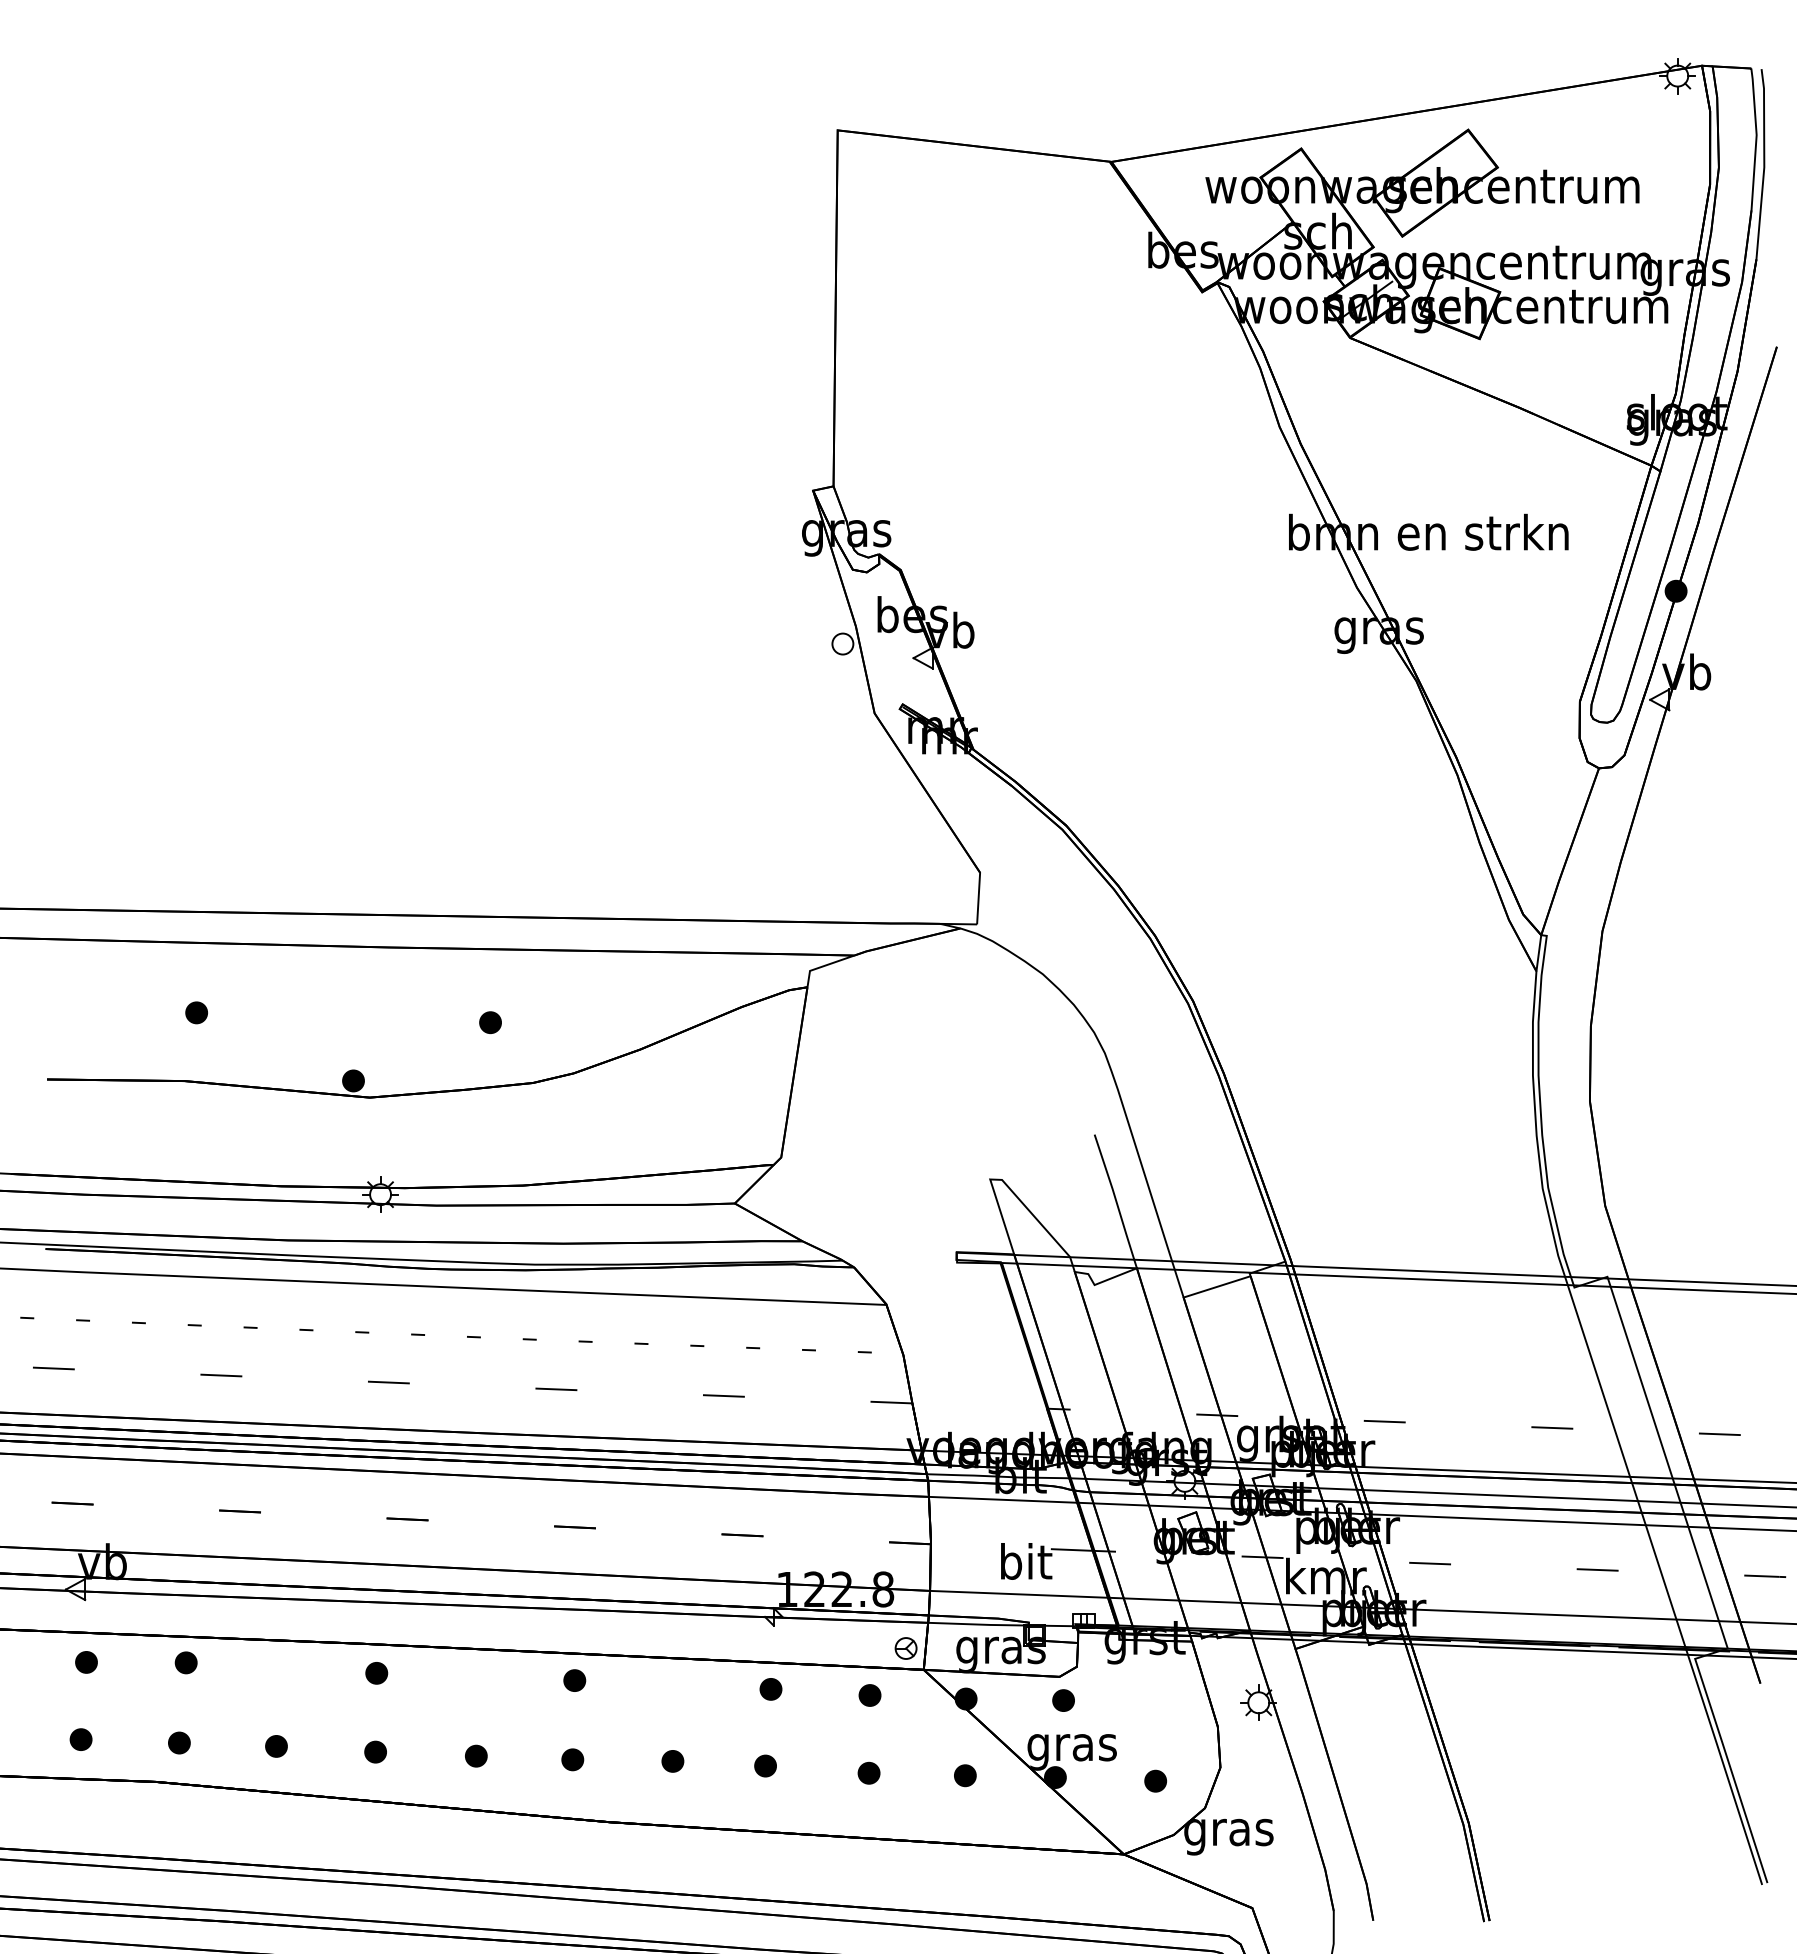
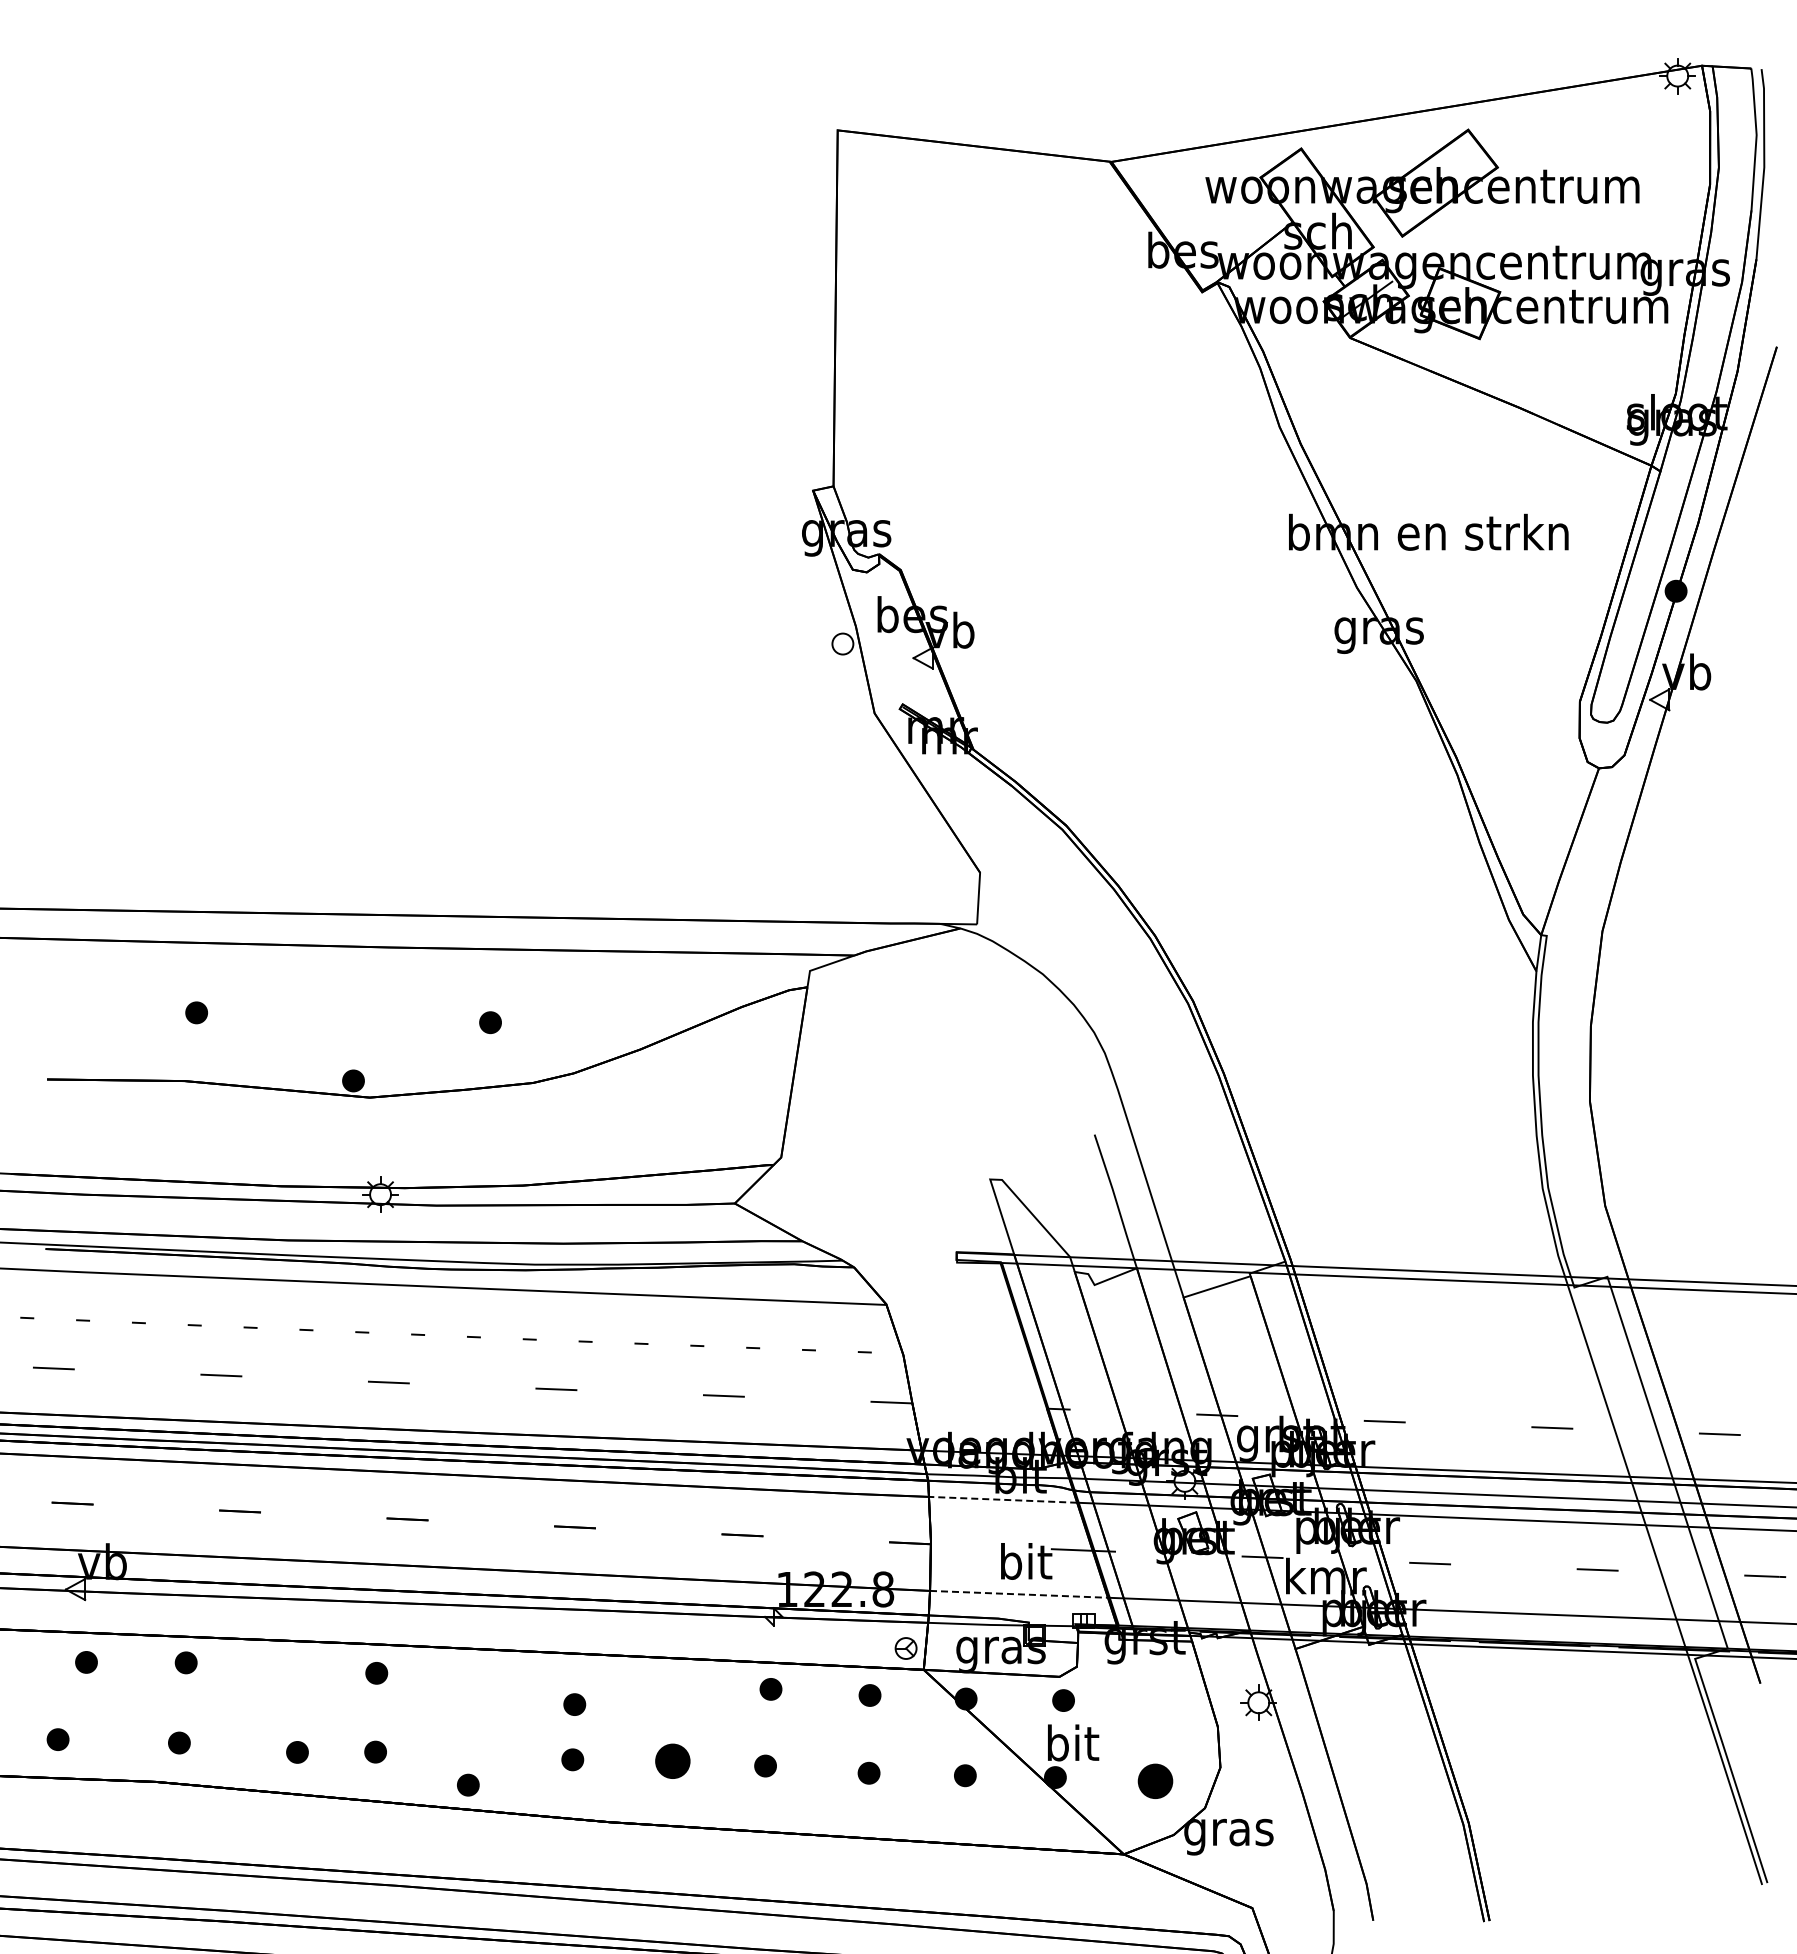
line at (1002, 1499): solid -> dashed
line at (1019, 1594): solid -> dashed
part at (574, 1680) position: (574, 1680) -> (574, 1704)
part at (80, 1739) position: (80, 1739) -> (57, 1739)
part at (276, 1746) position: (276, 1746) -> (297, 1752)
text at (1071, 1747): gras -> bit
part at (476, 1755) position: (476, 1755) -> (468, 1784)
part at (672, 1761) size: 24x23 px -> 36x36 px
part at (1155, 1780) size: 24x24 px -> 37x36 px
